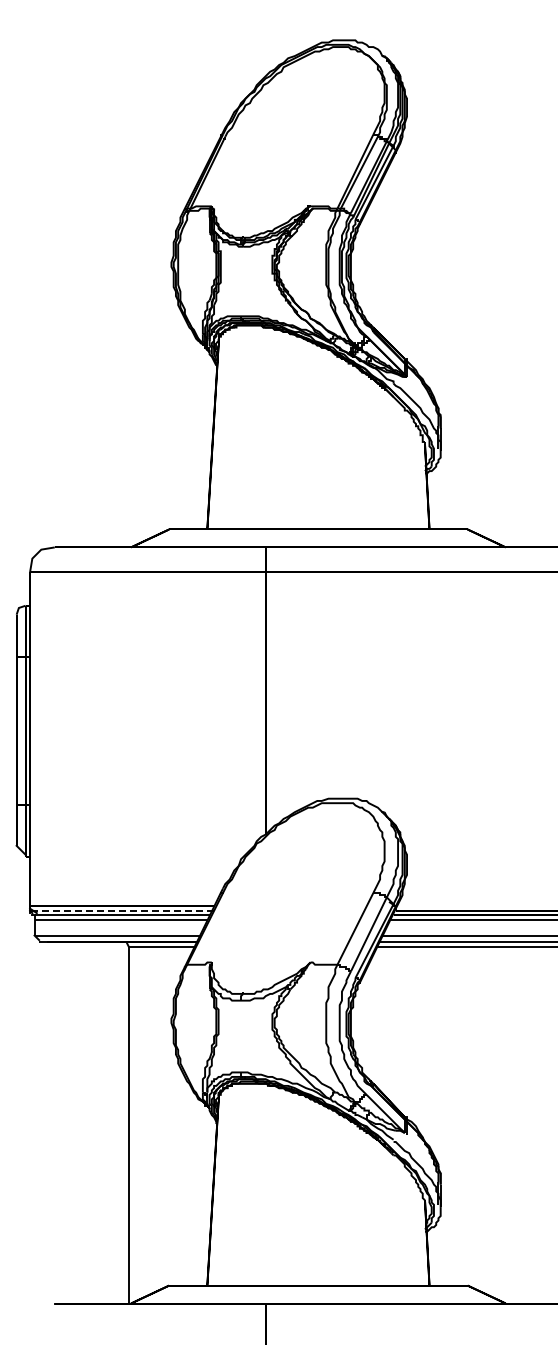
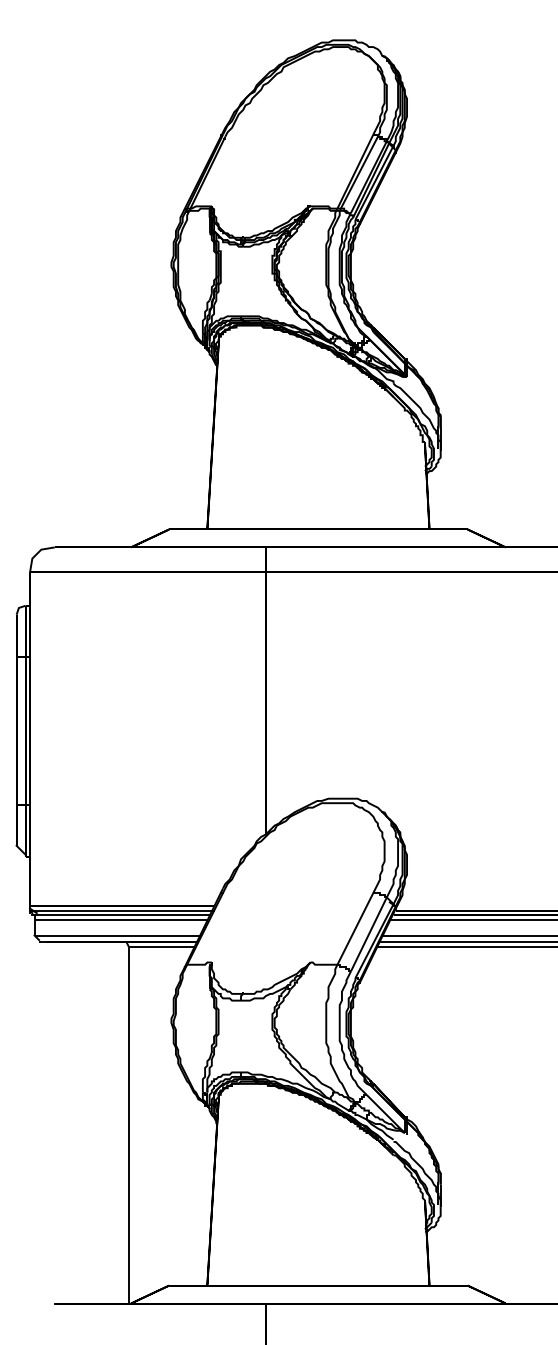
line at (122, 910): dashed -> solid
